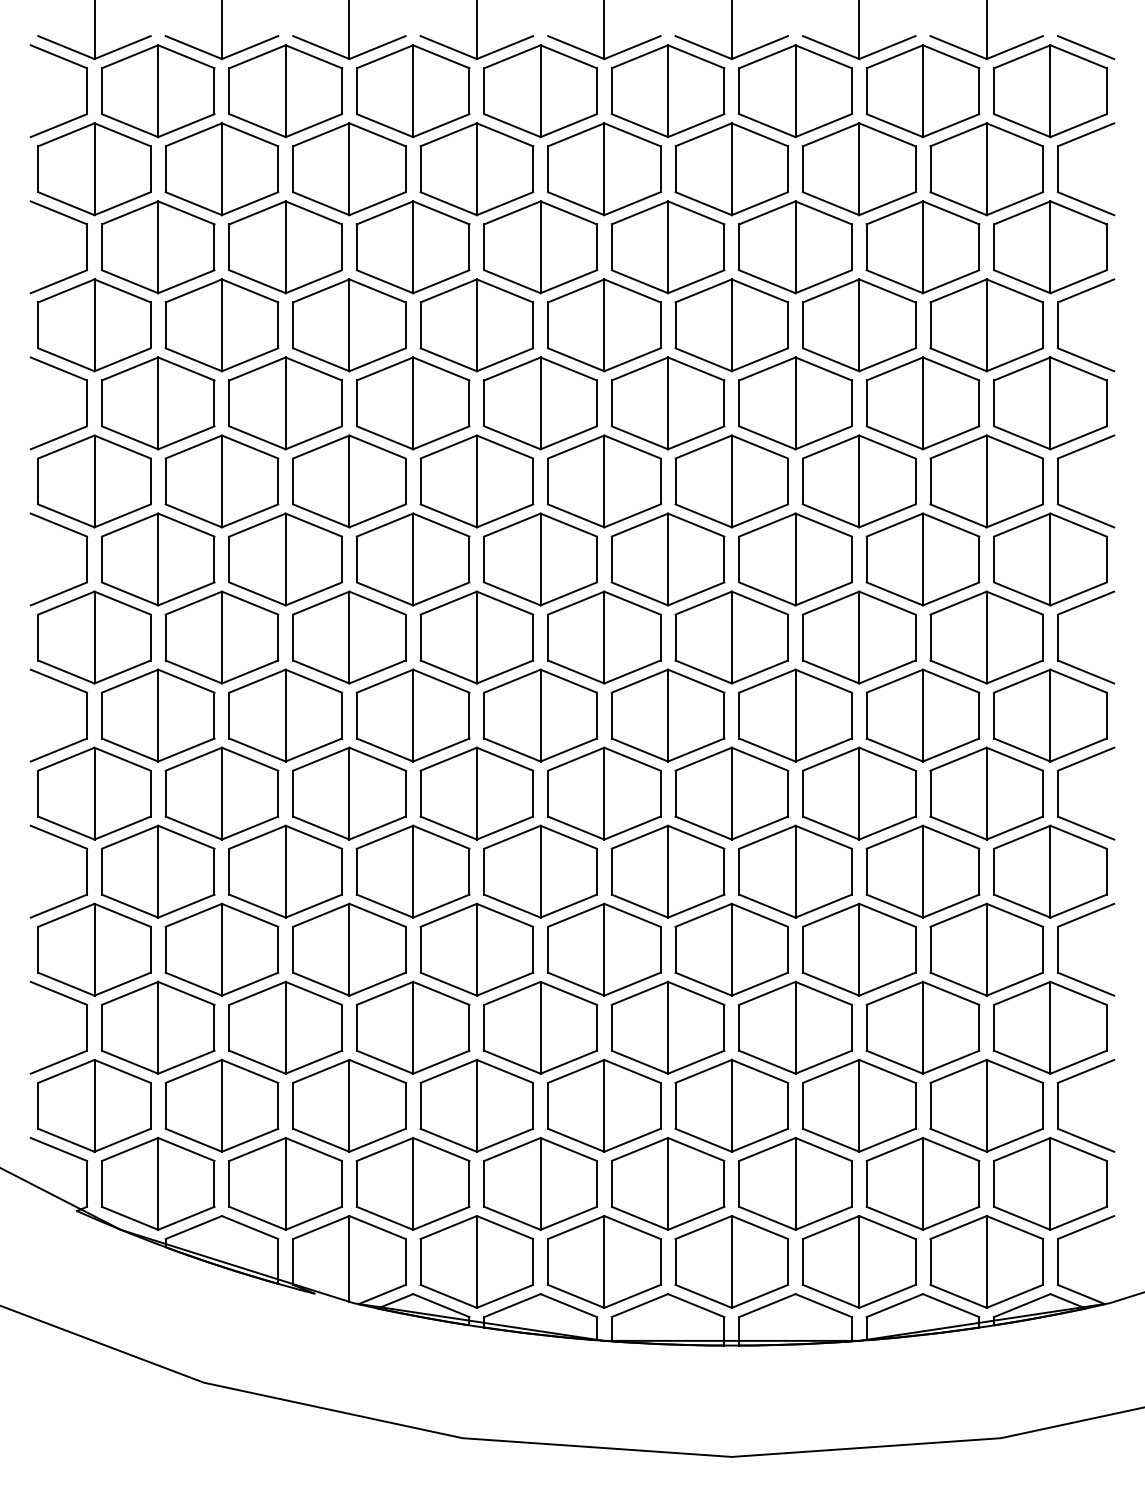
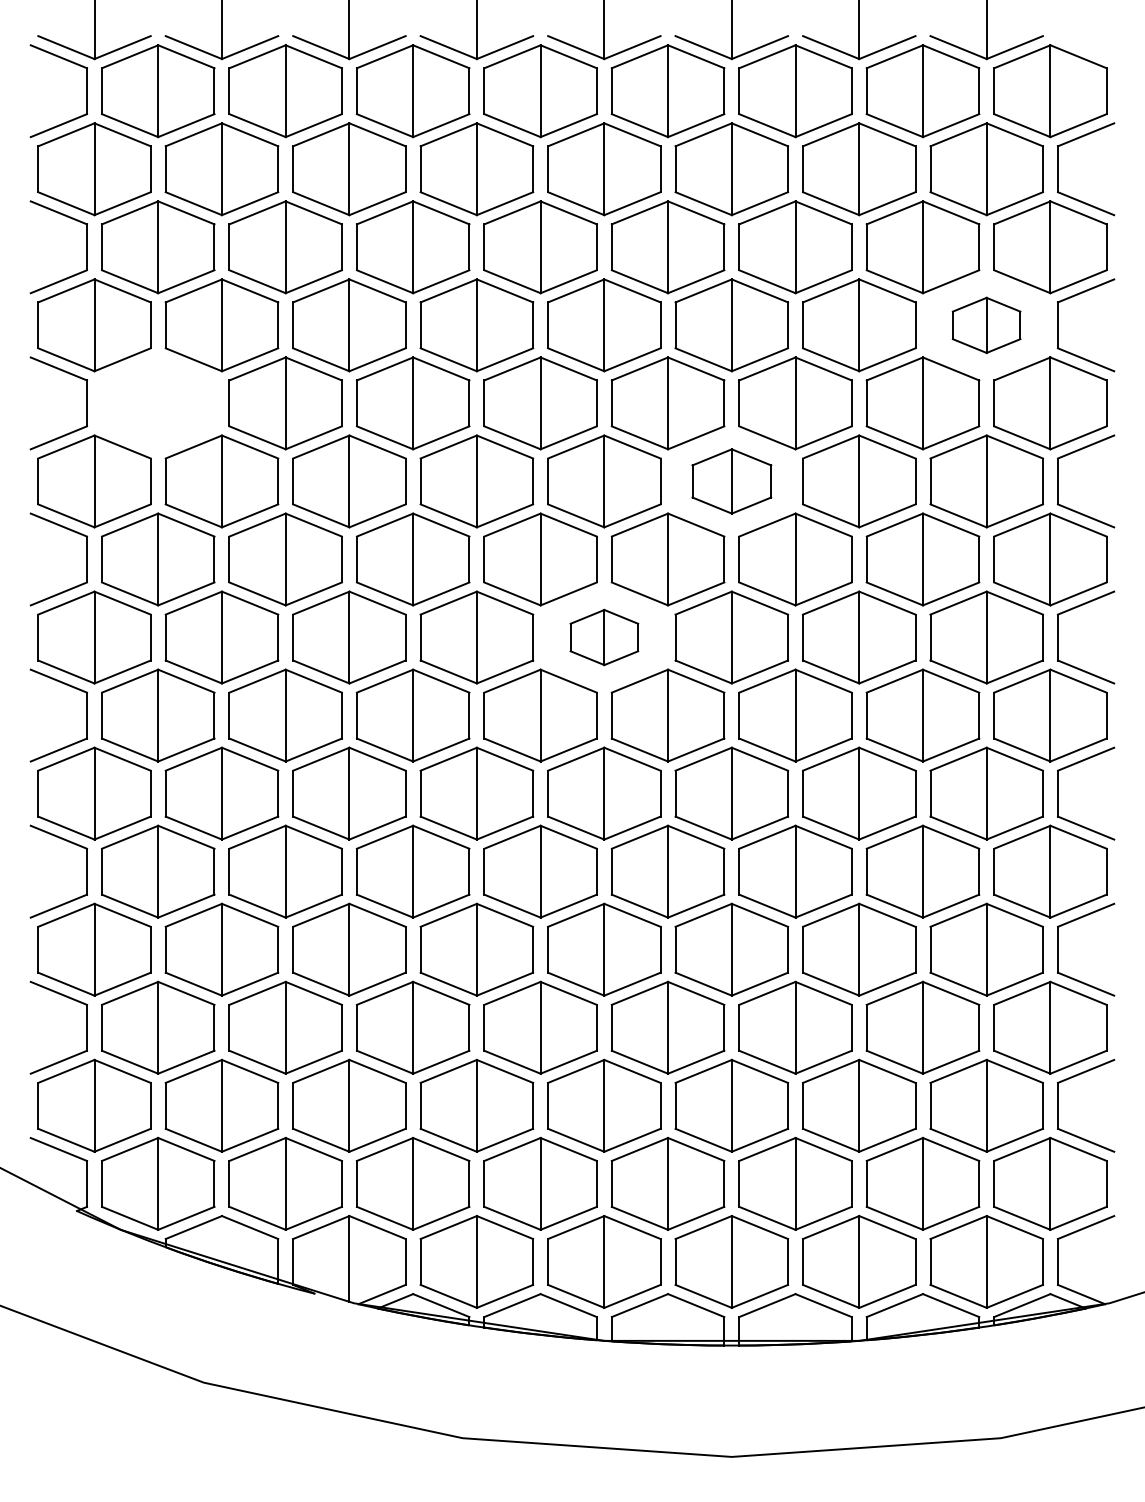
line at (1085, 47): present -> none
part at (986, 325) size: 115x95 px -> 71x58 px
part at (158, 403): present -> none
part at (731, 481) size: 116x95 px -> 82x67 px
part at (604, 637) size: 115x95 px -> 71x59 px
